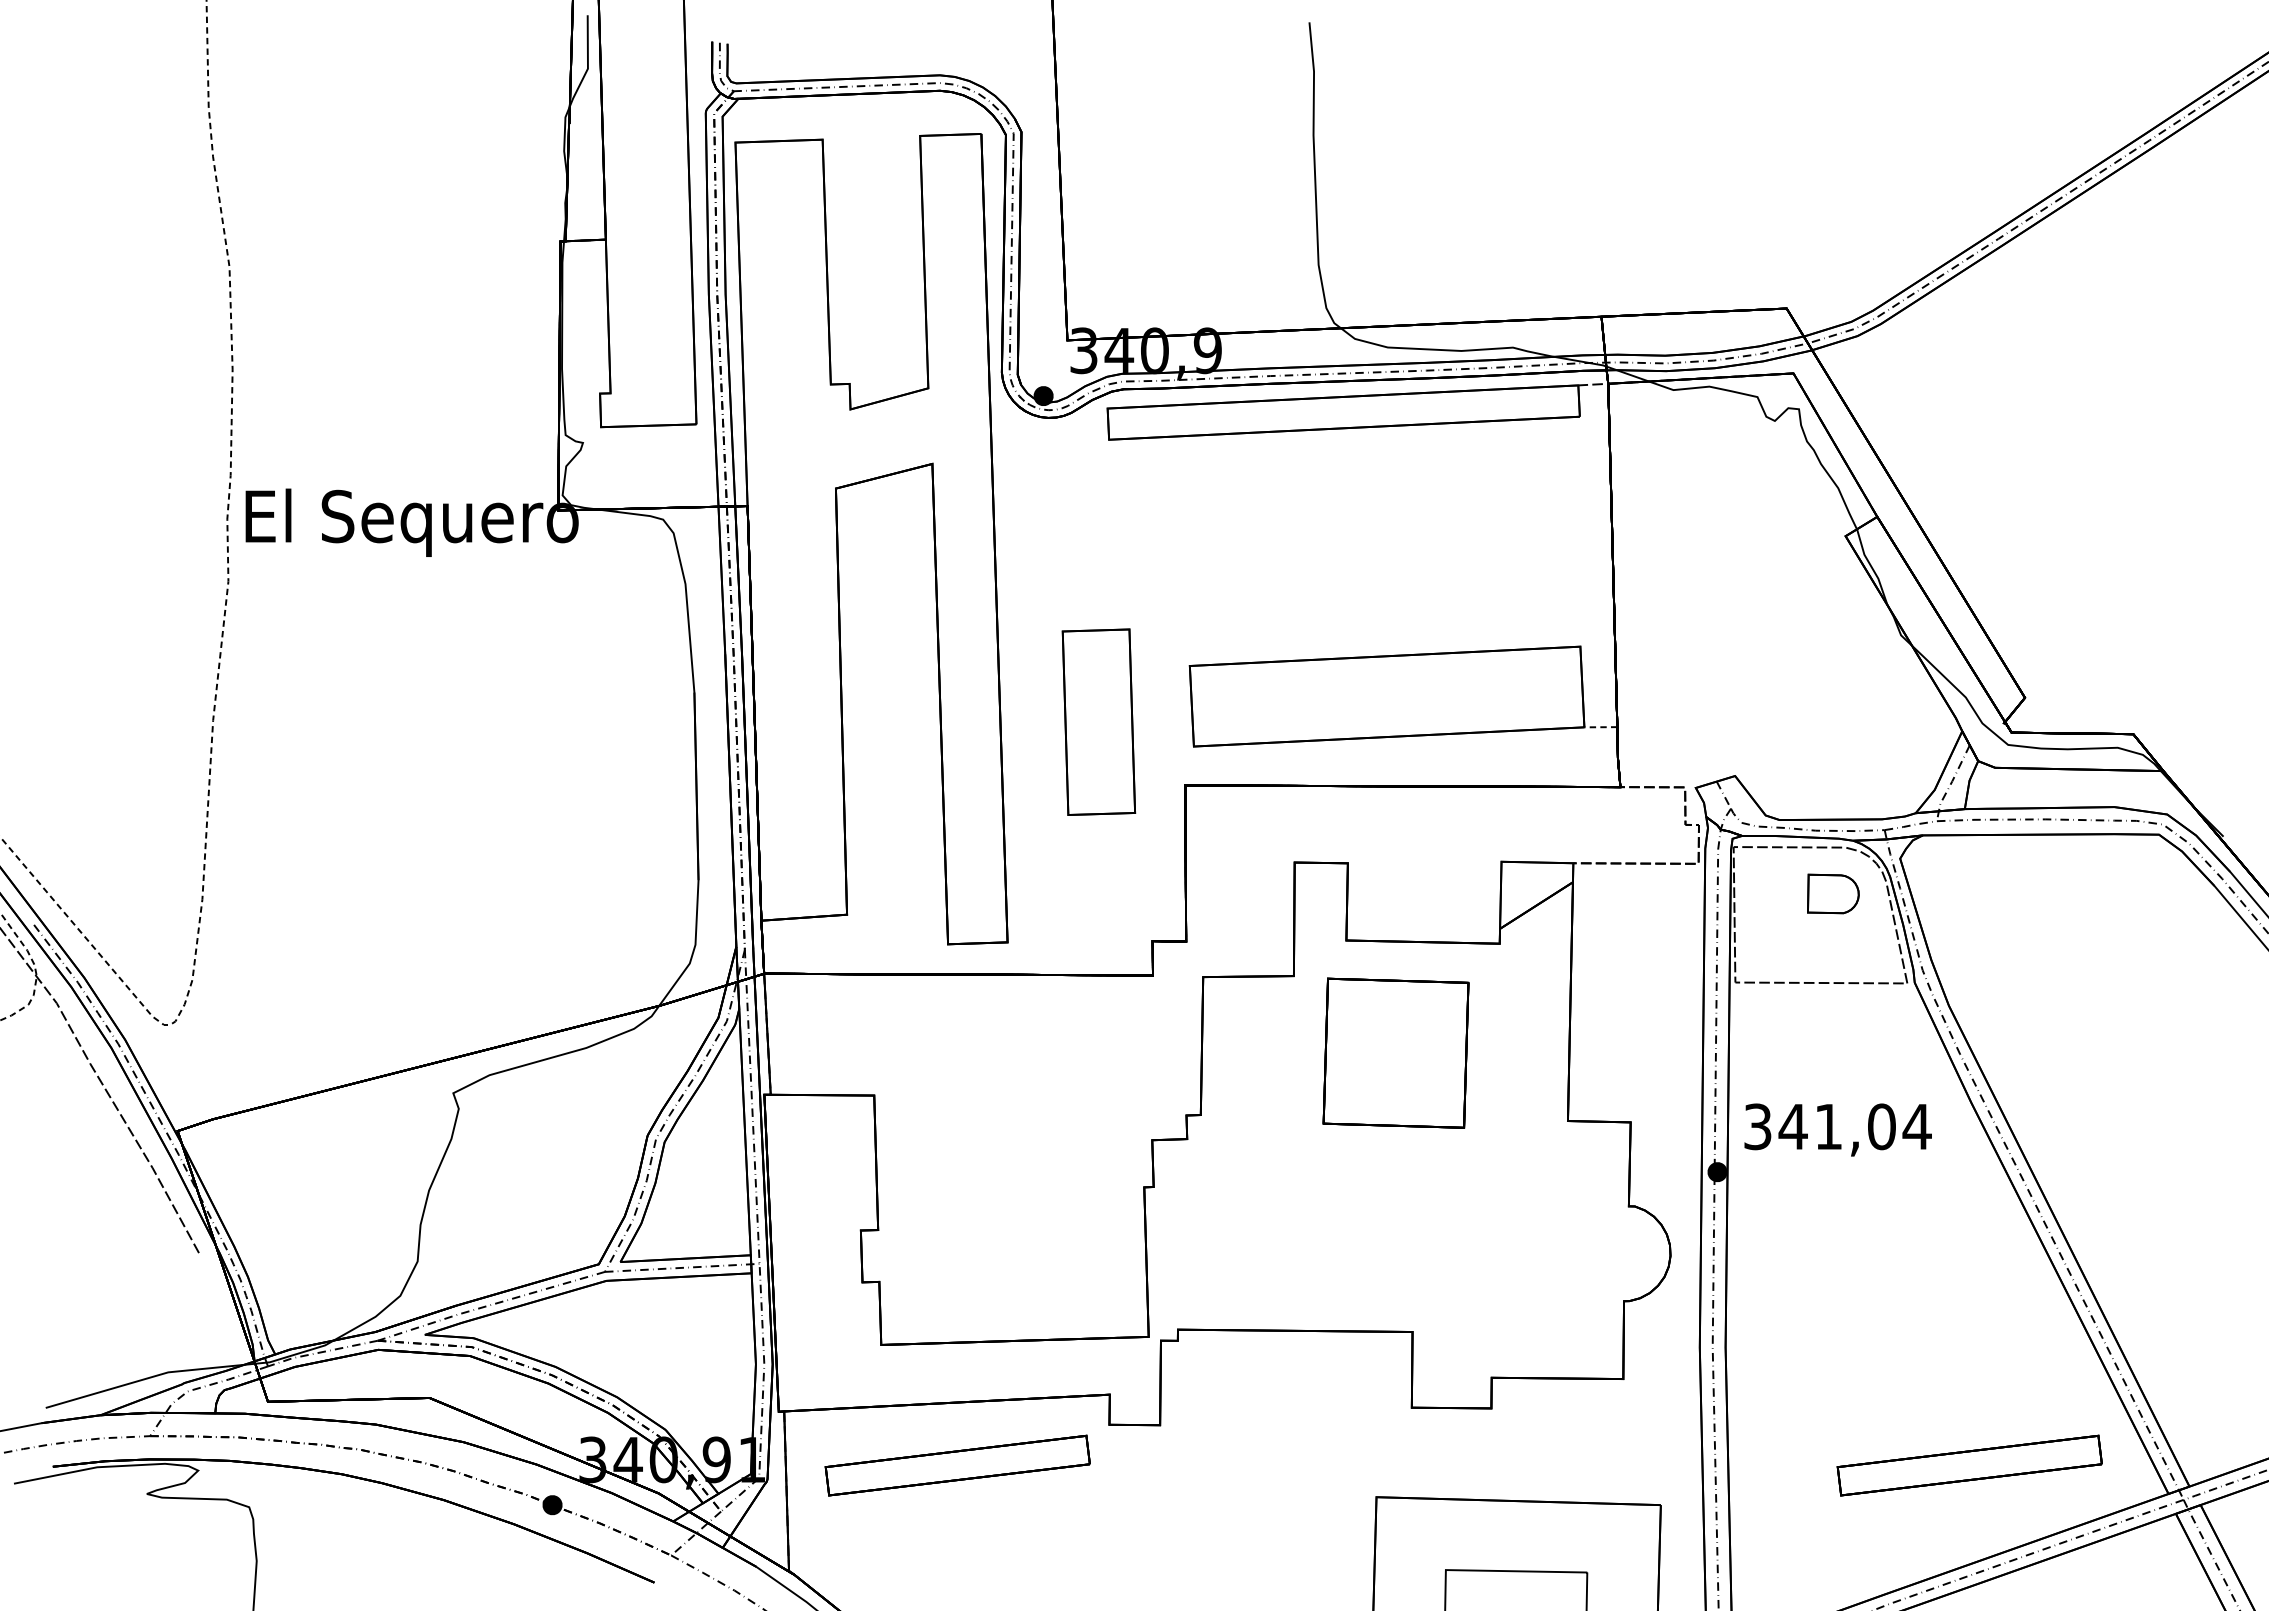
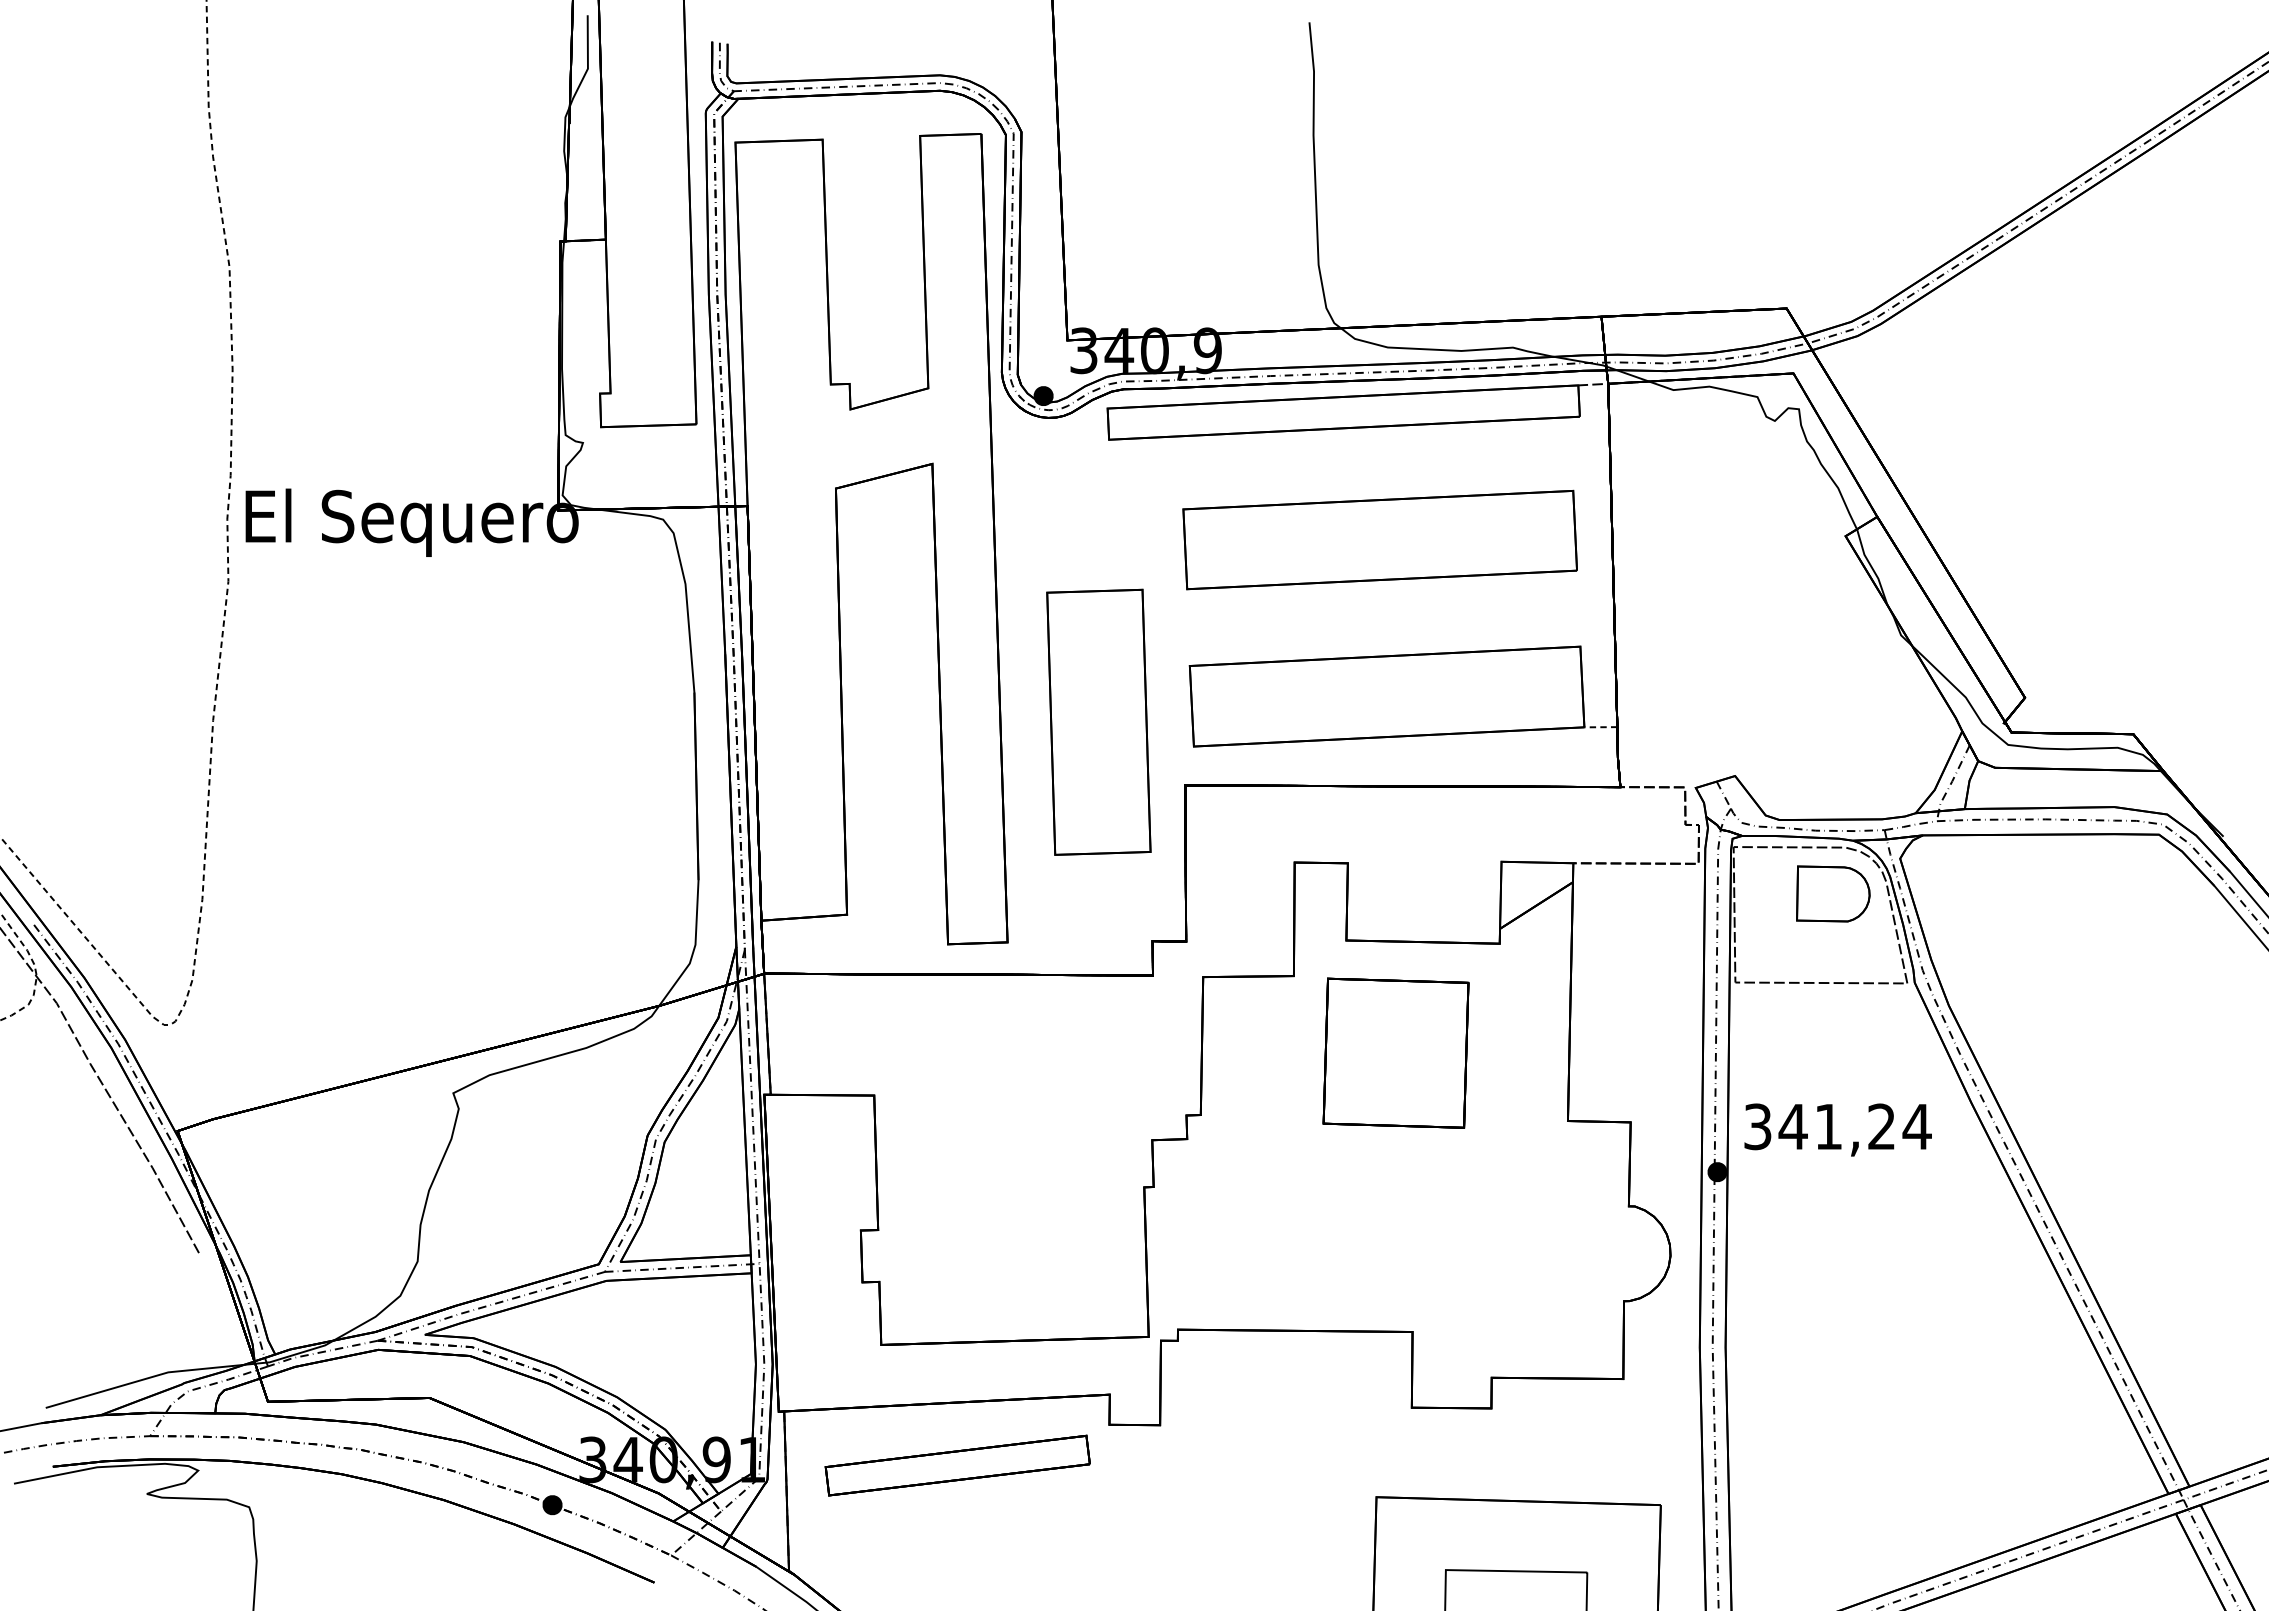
part at (1379, 539): none -> present
part at (1098, 721) size: 76x188 px -> 106x268 px
part at (1833, 893) size: 53x42 px -> 75x58 px
text at (1881, 1126): 341,04 -> 341,24
part at (1969, 1465): present -> none
